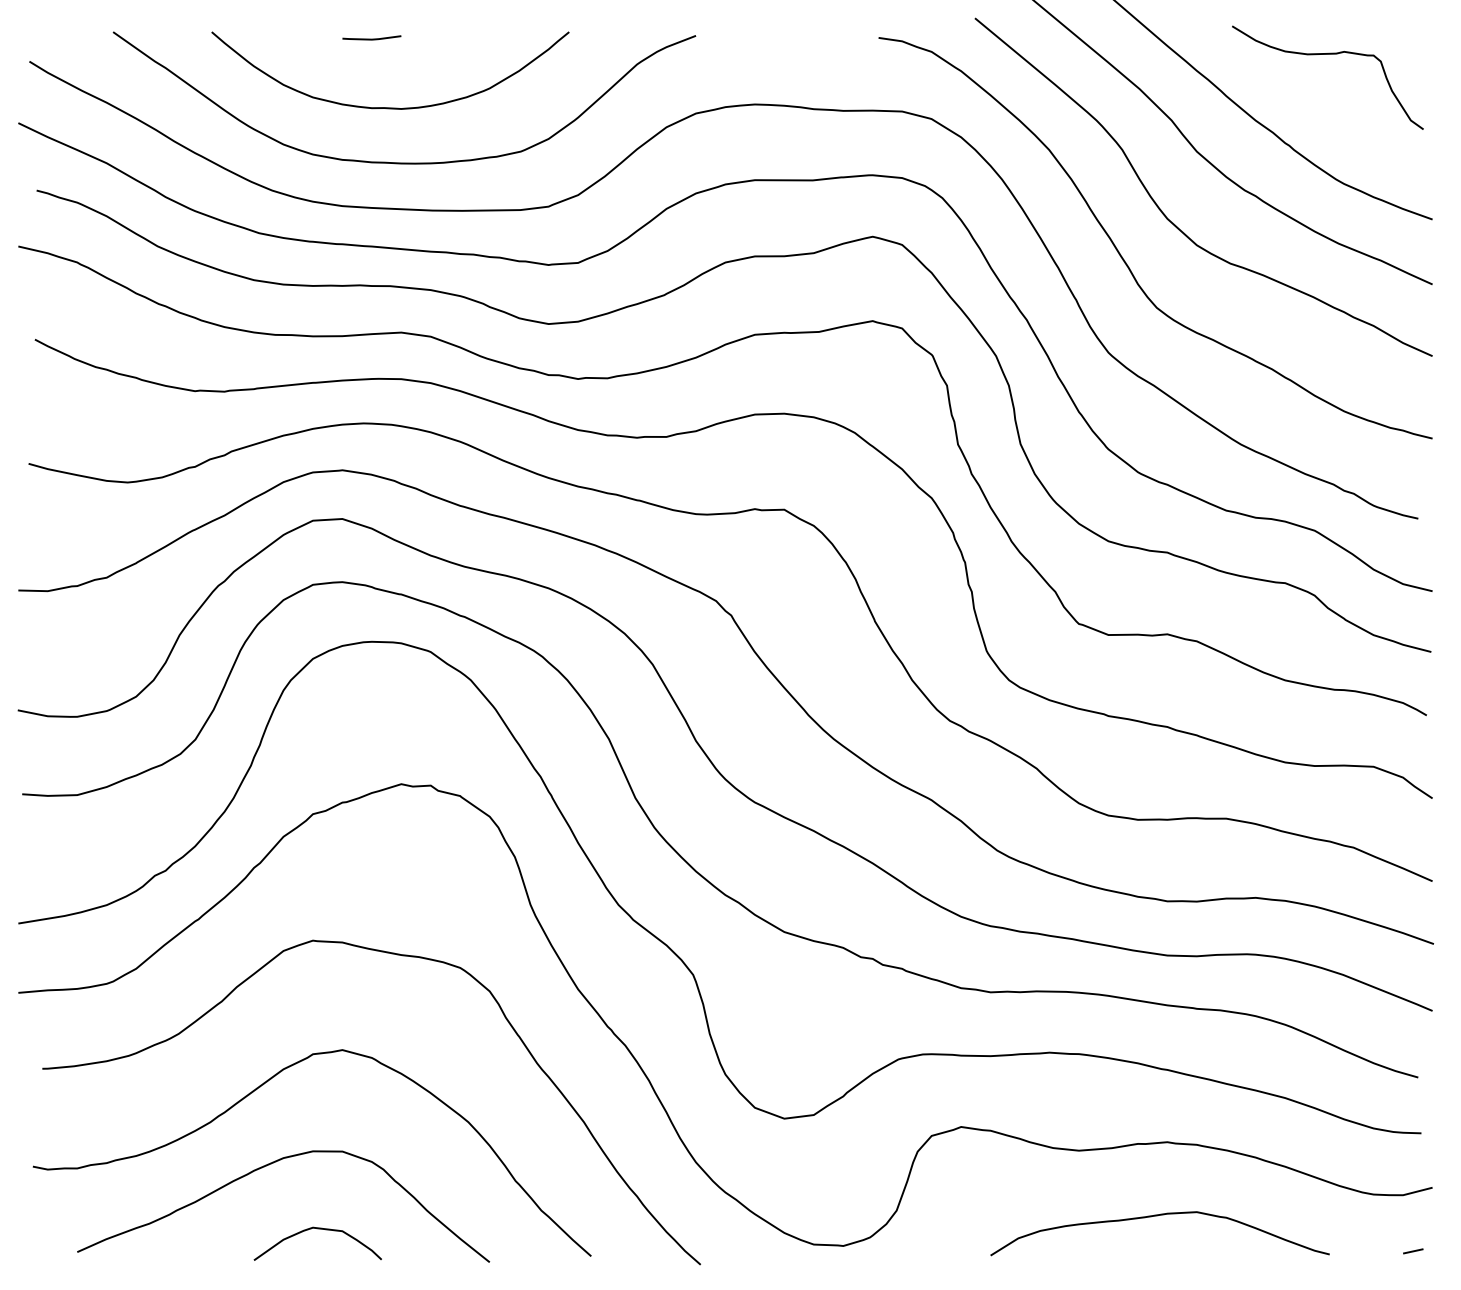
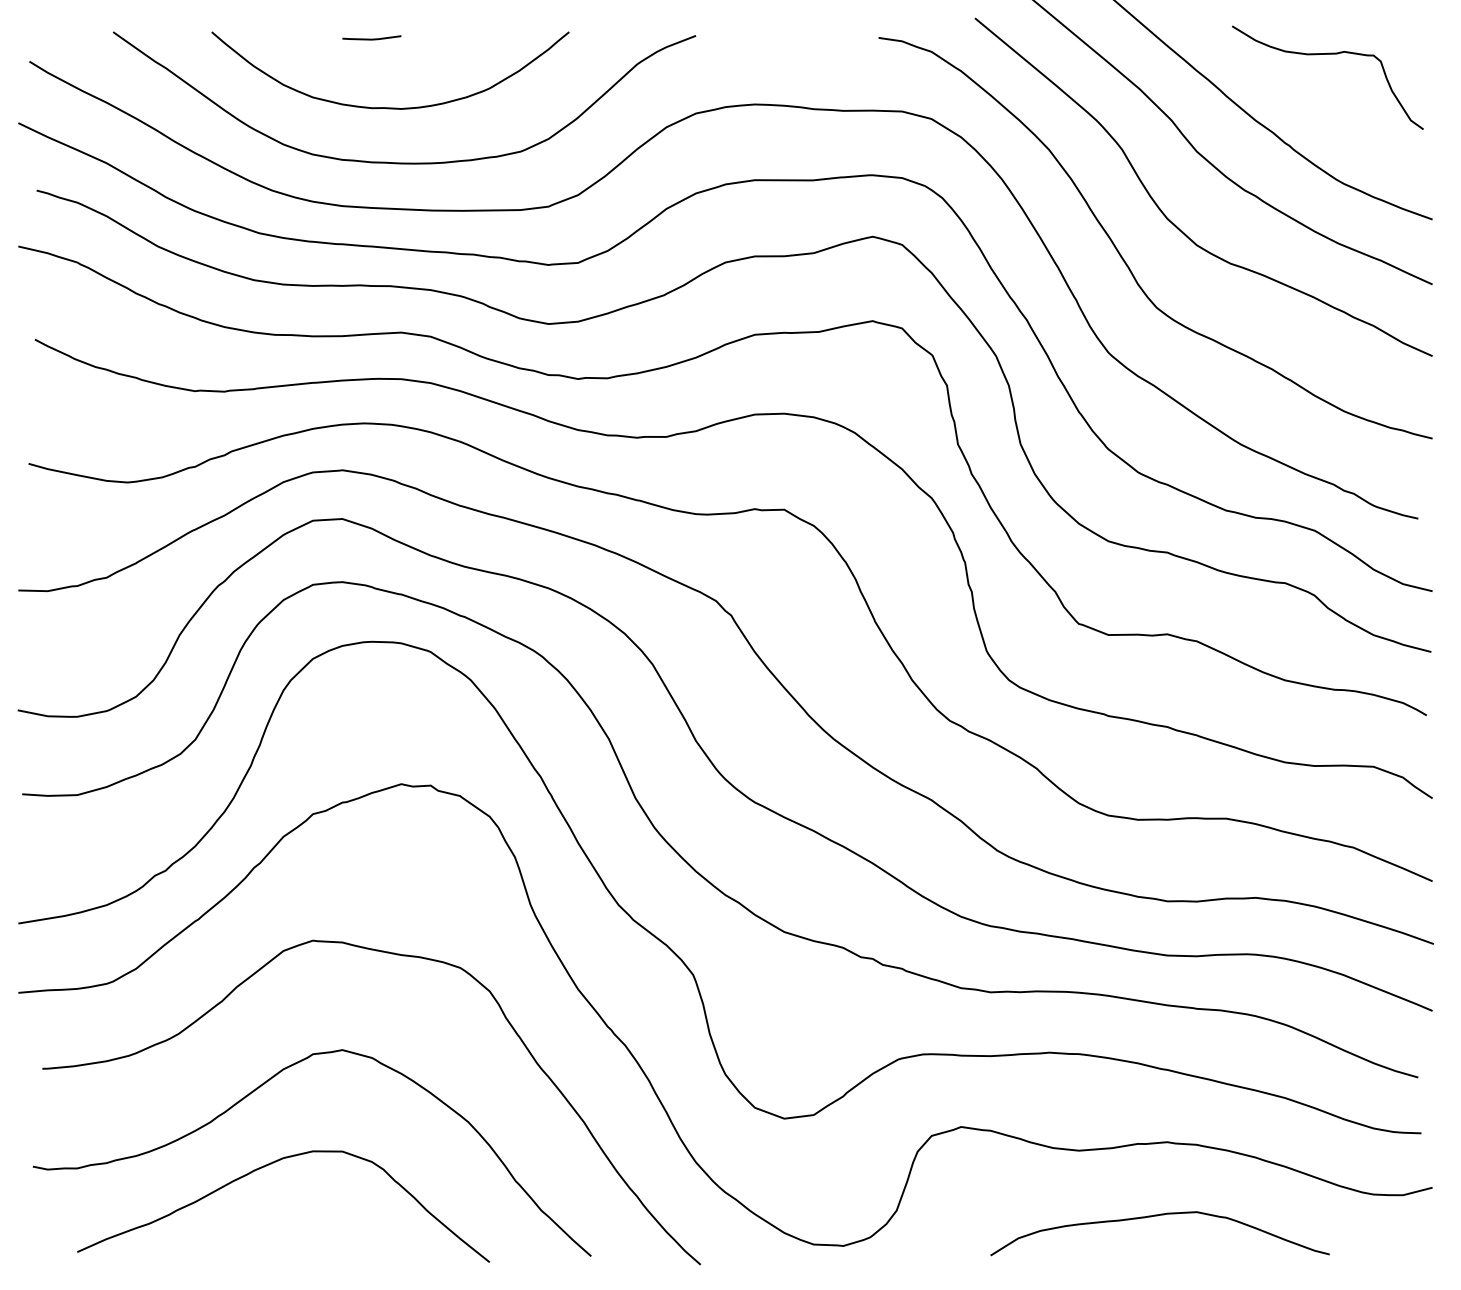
curve at (317, 1229): present -> none
line at (1413, 1251): present -> none
